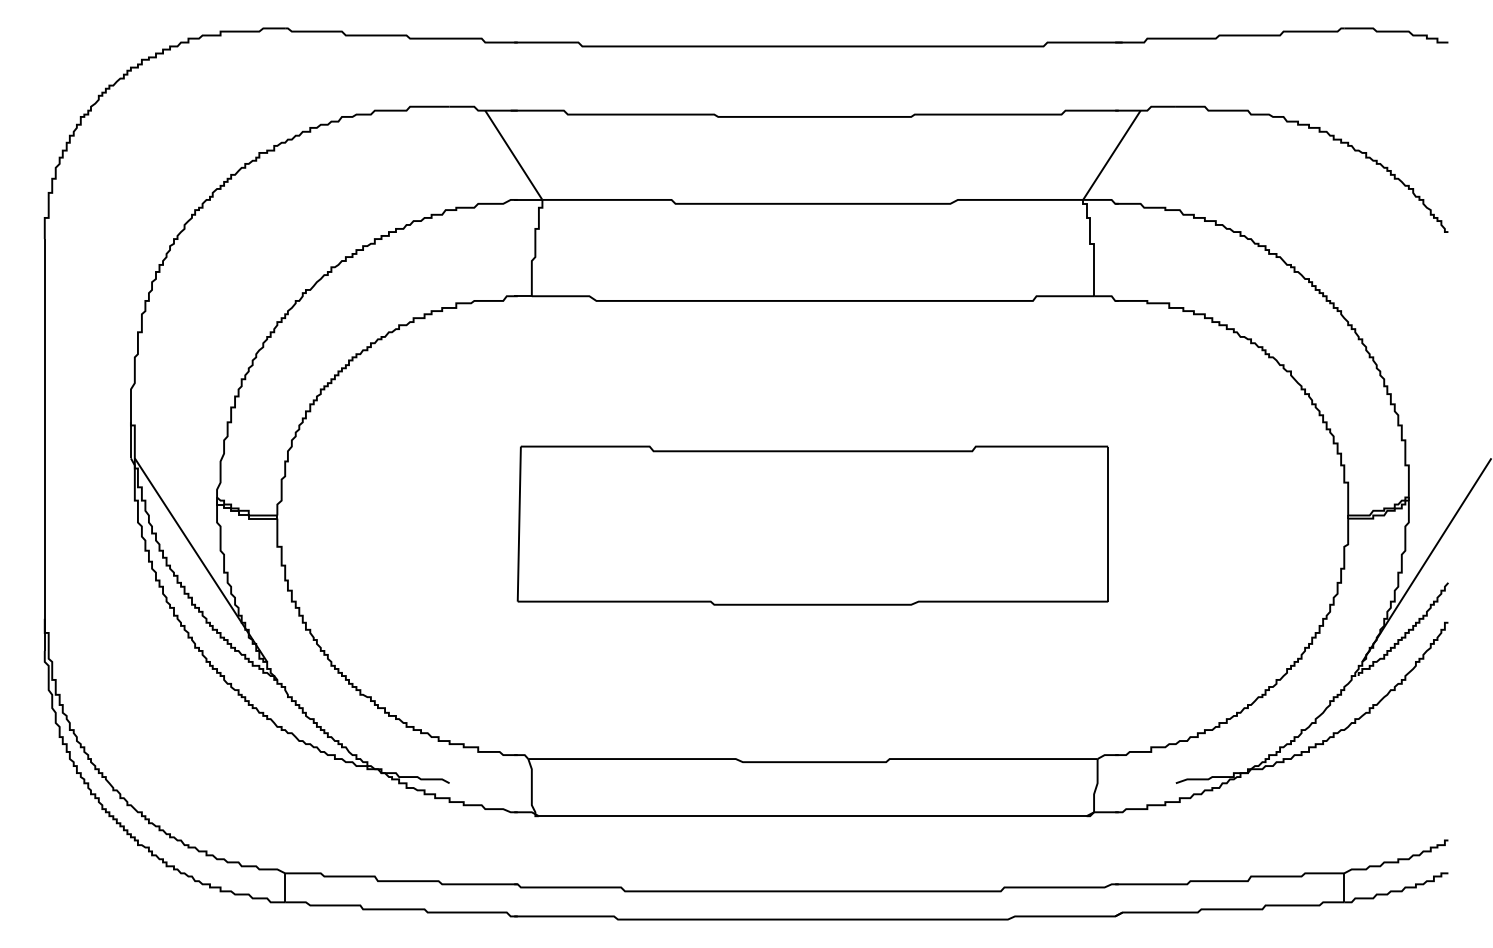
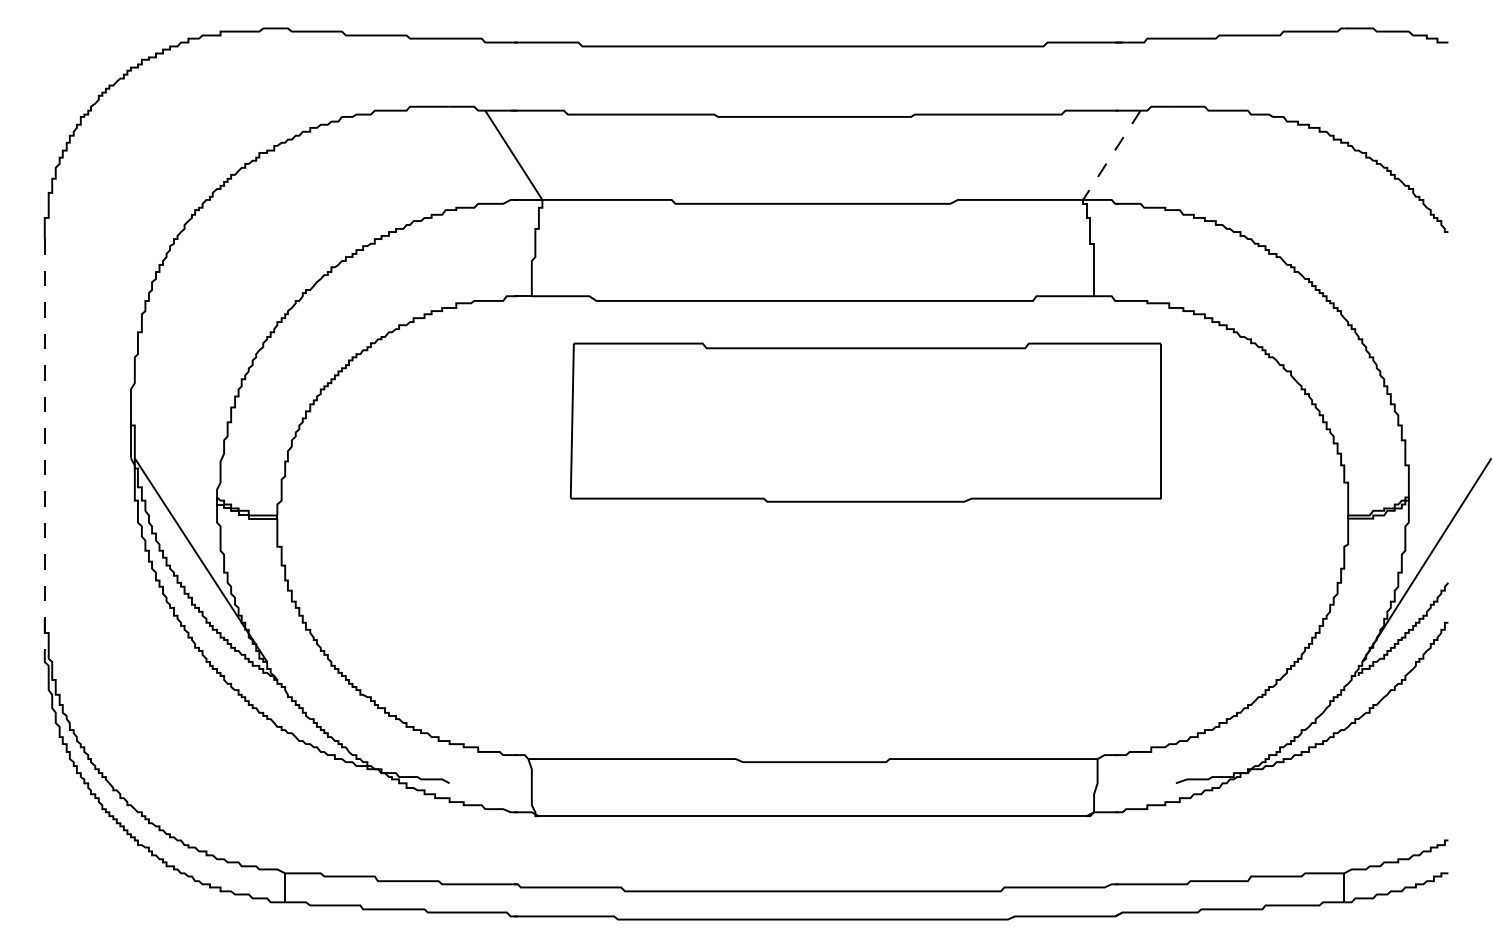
line at (1111, 155): solid -> dashed
line at (44, 445): solid -> dashed
part at (812, 525) position: (812, 525) -> (865, 422)
